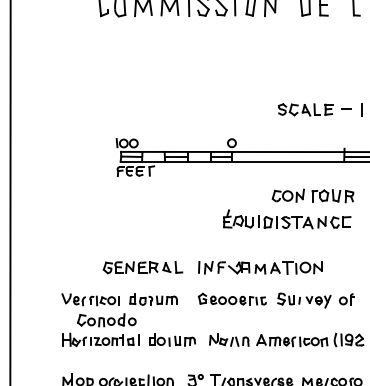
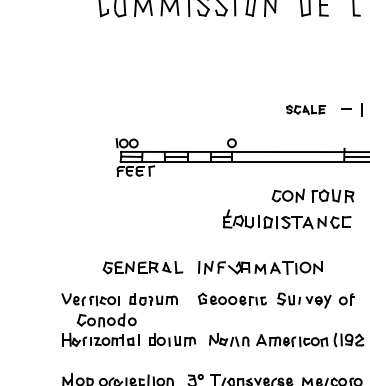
part at (305, 109) size: 56x14 px -> 40x11 px
line at (10, 192): present -> none
